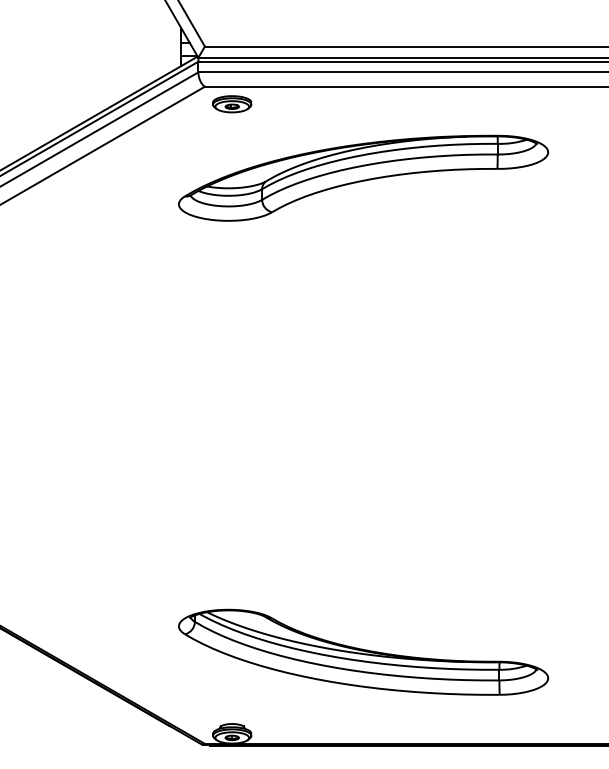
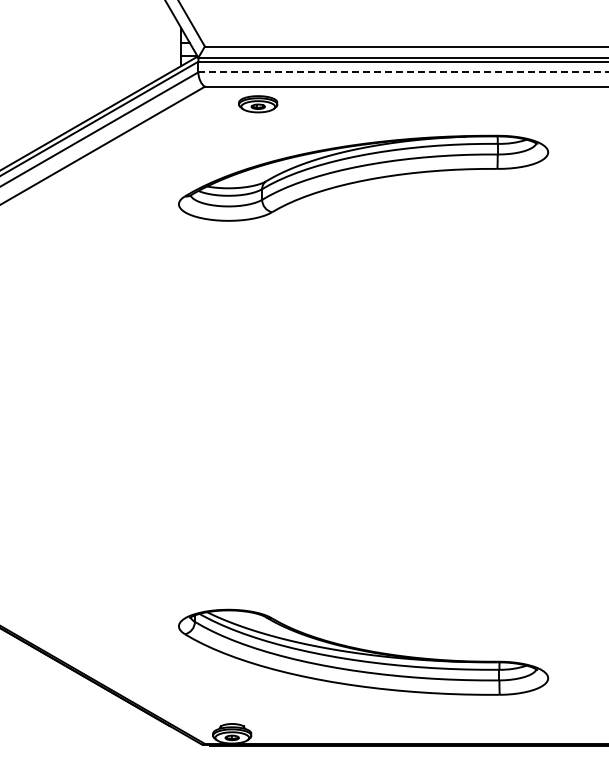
line at (403, 72): solid -> dashed
part at (232, 104) position: (232, 104) -> (258, 104)
